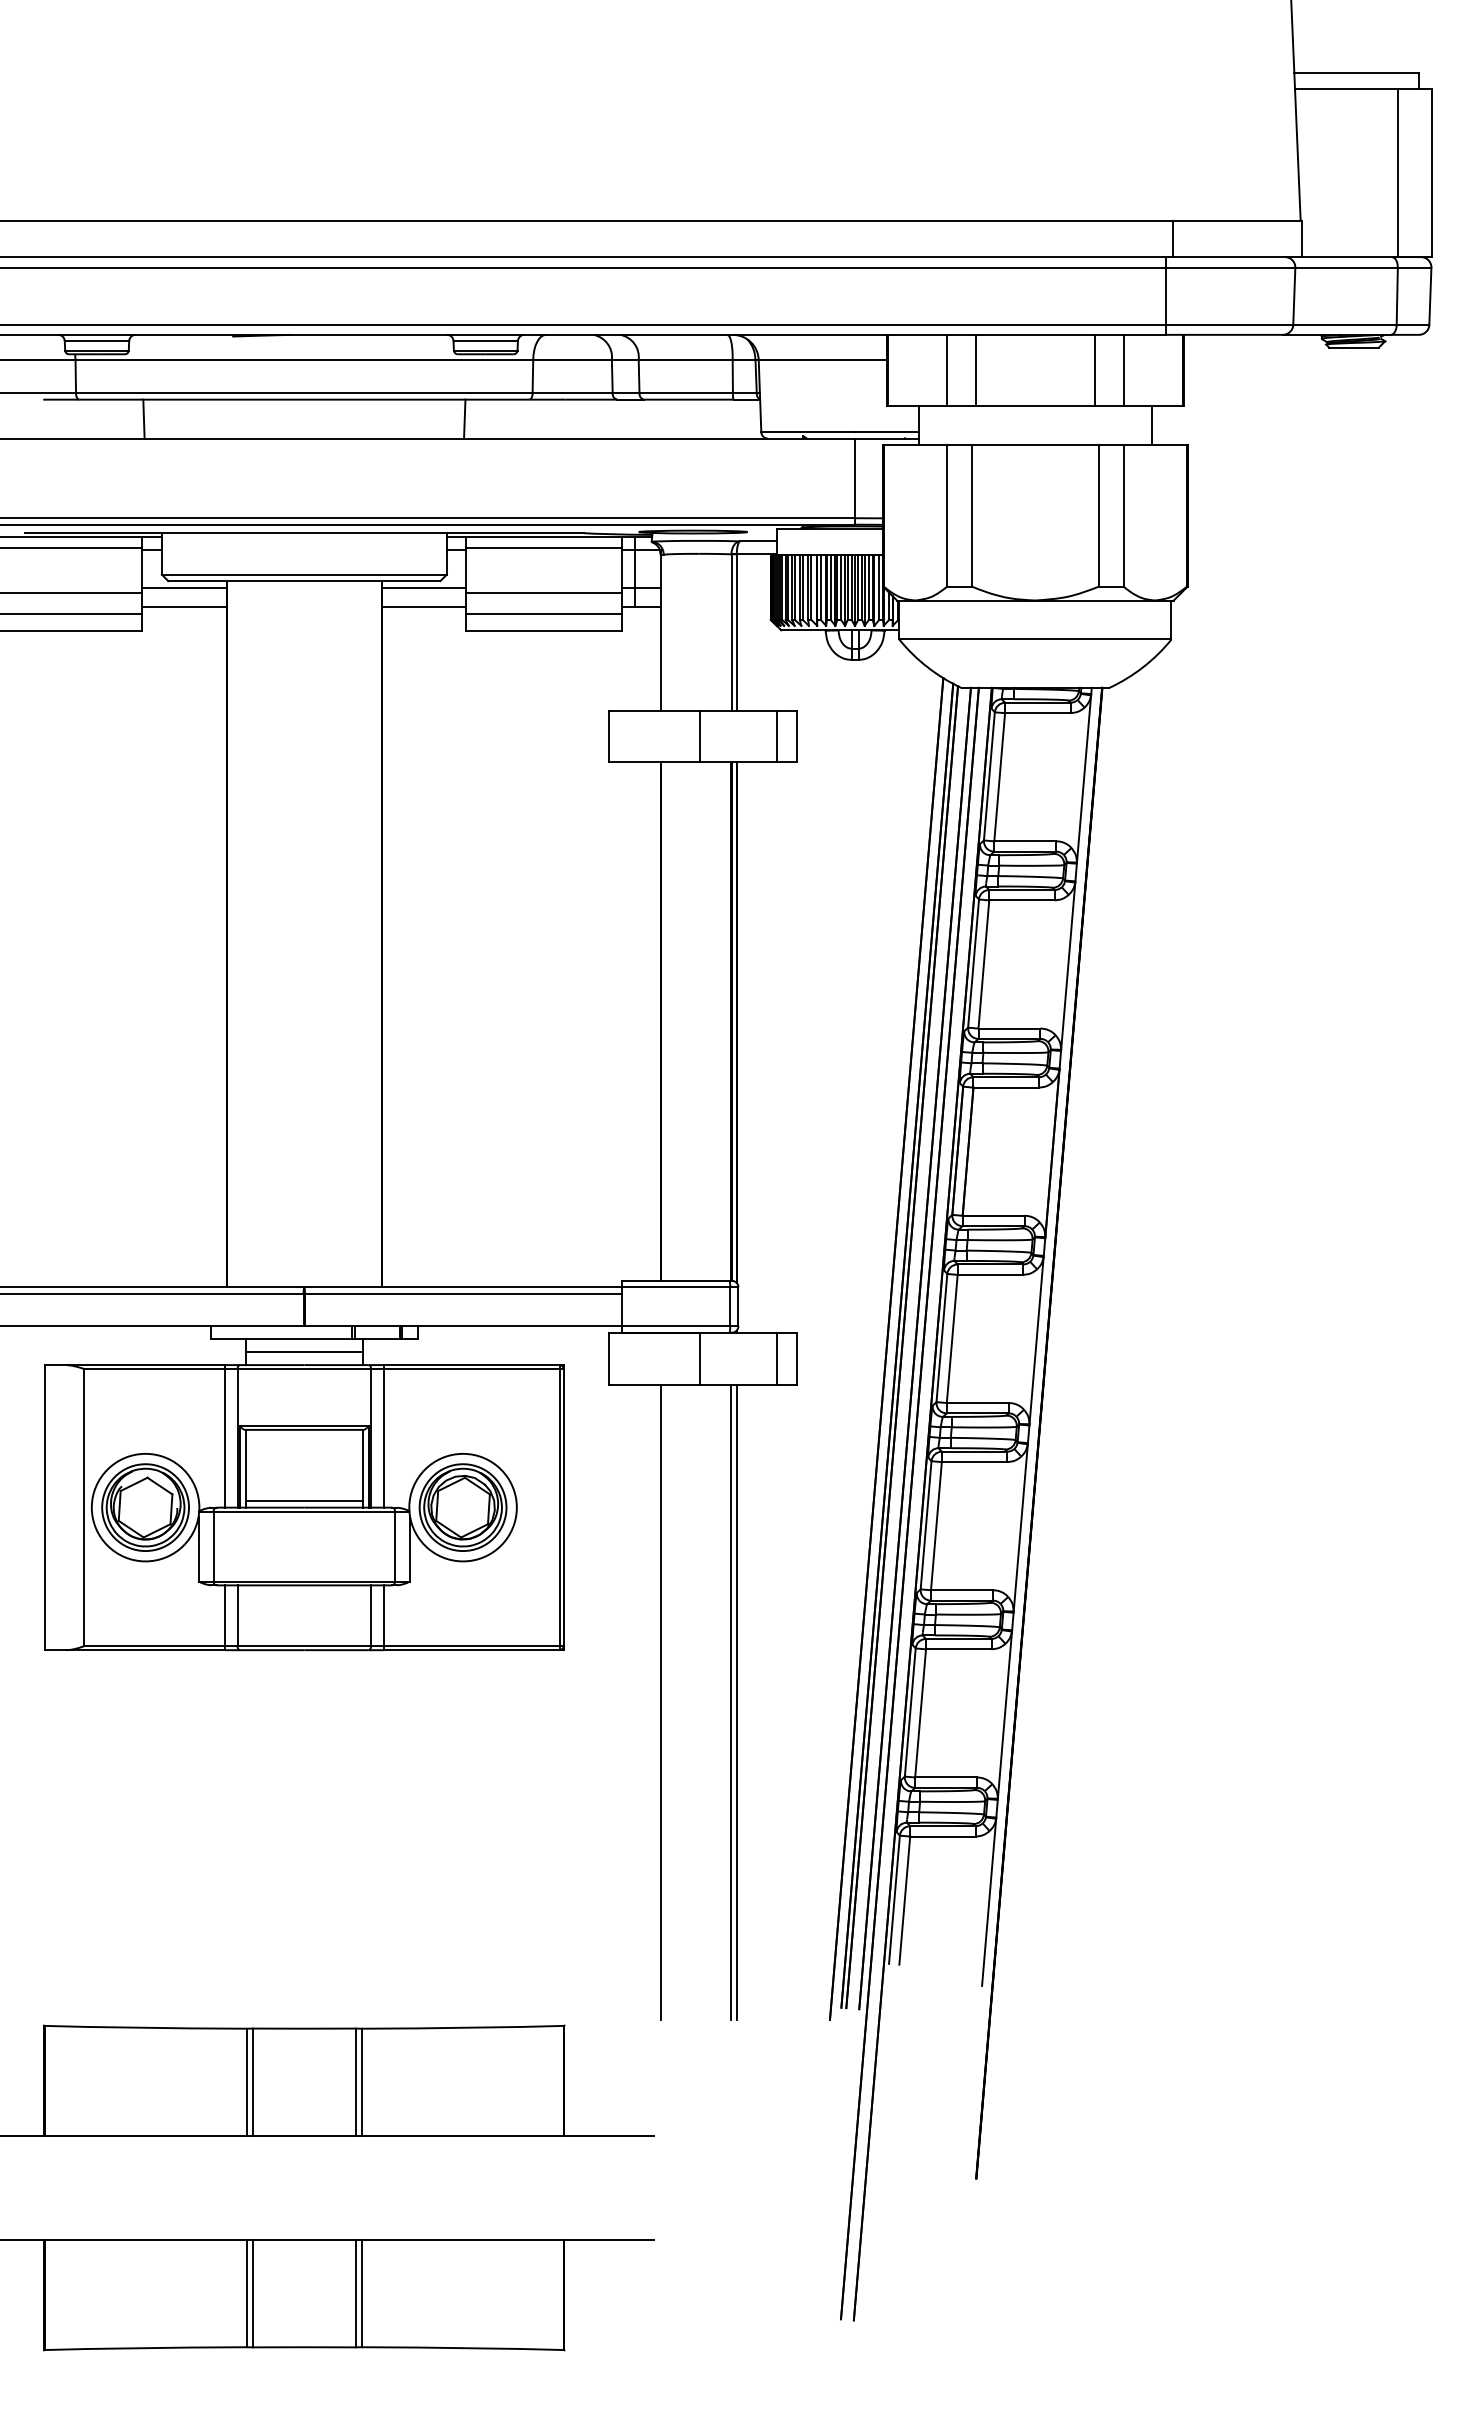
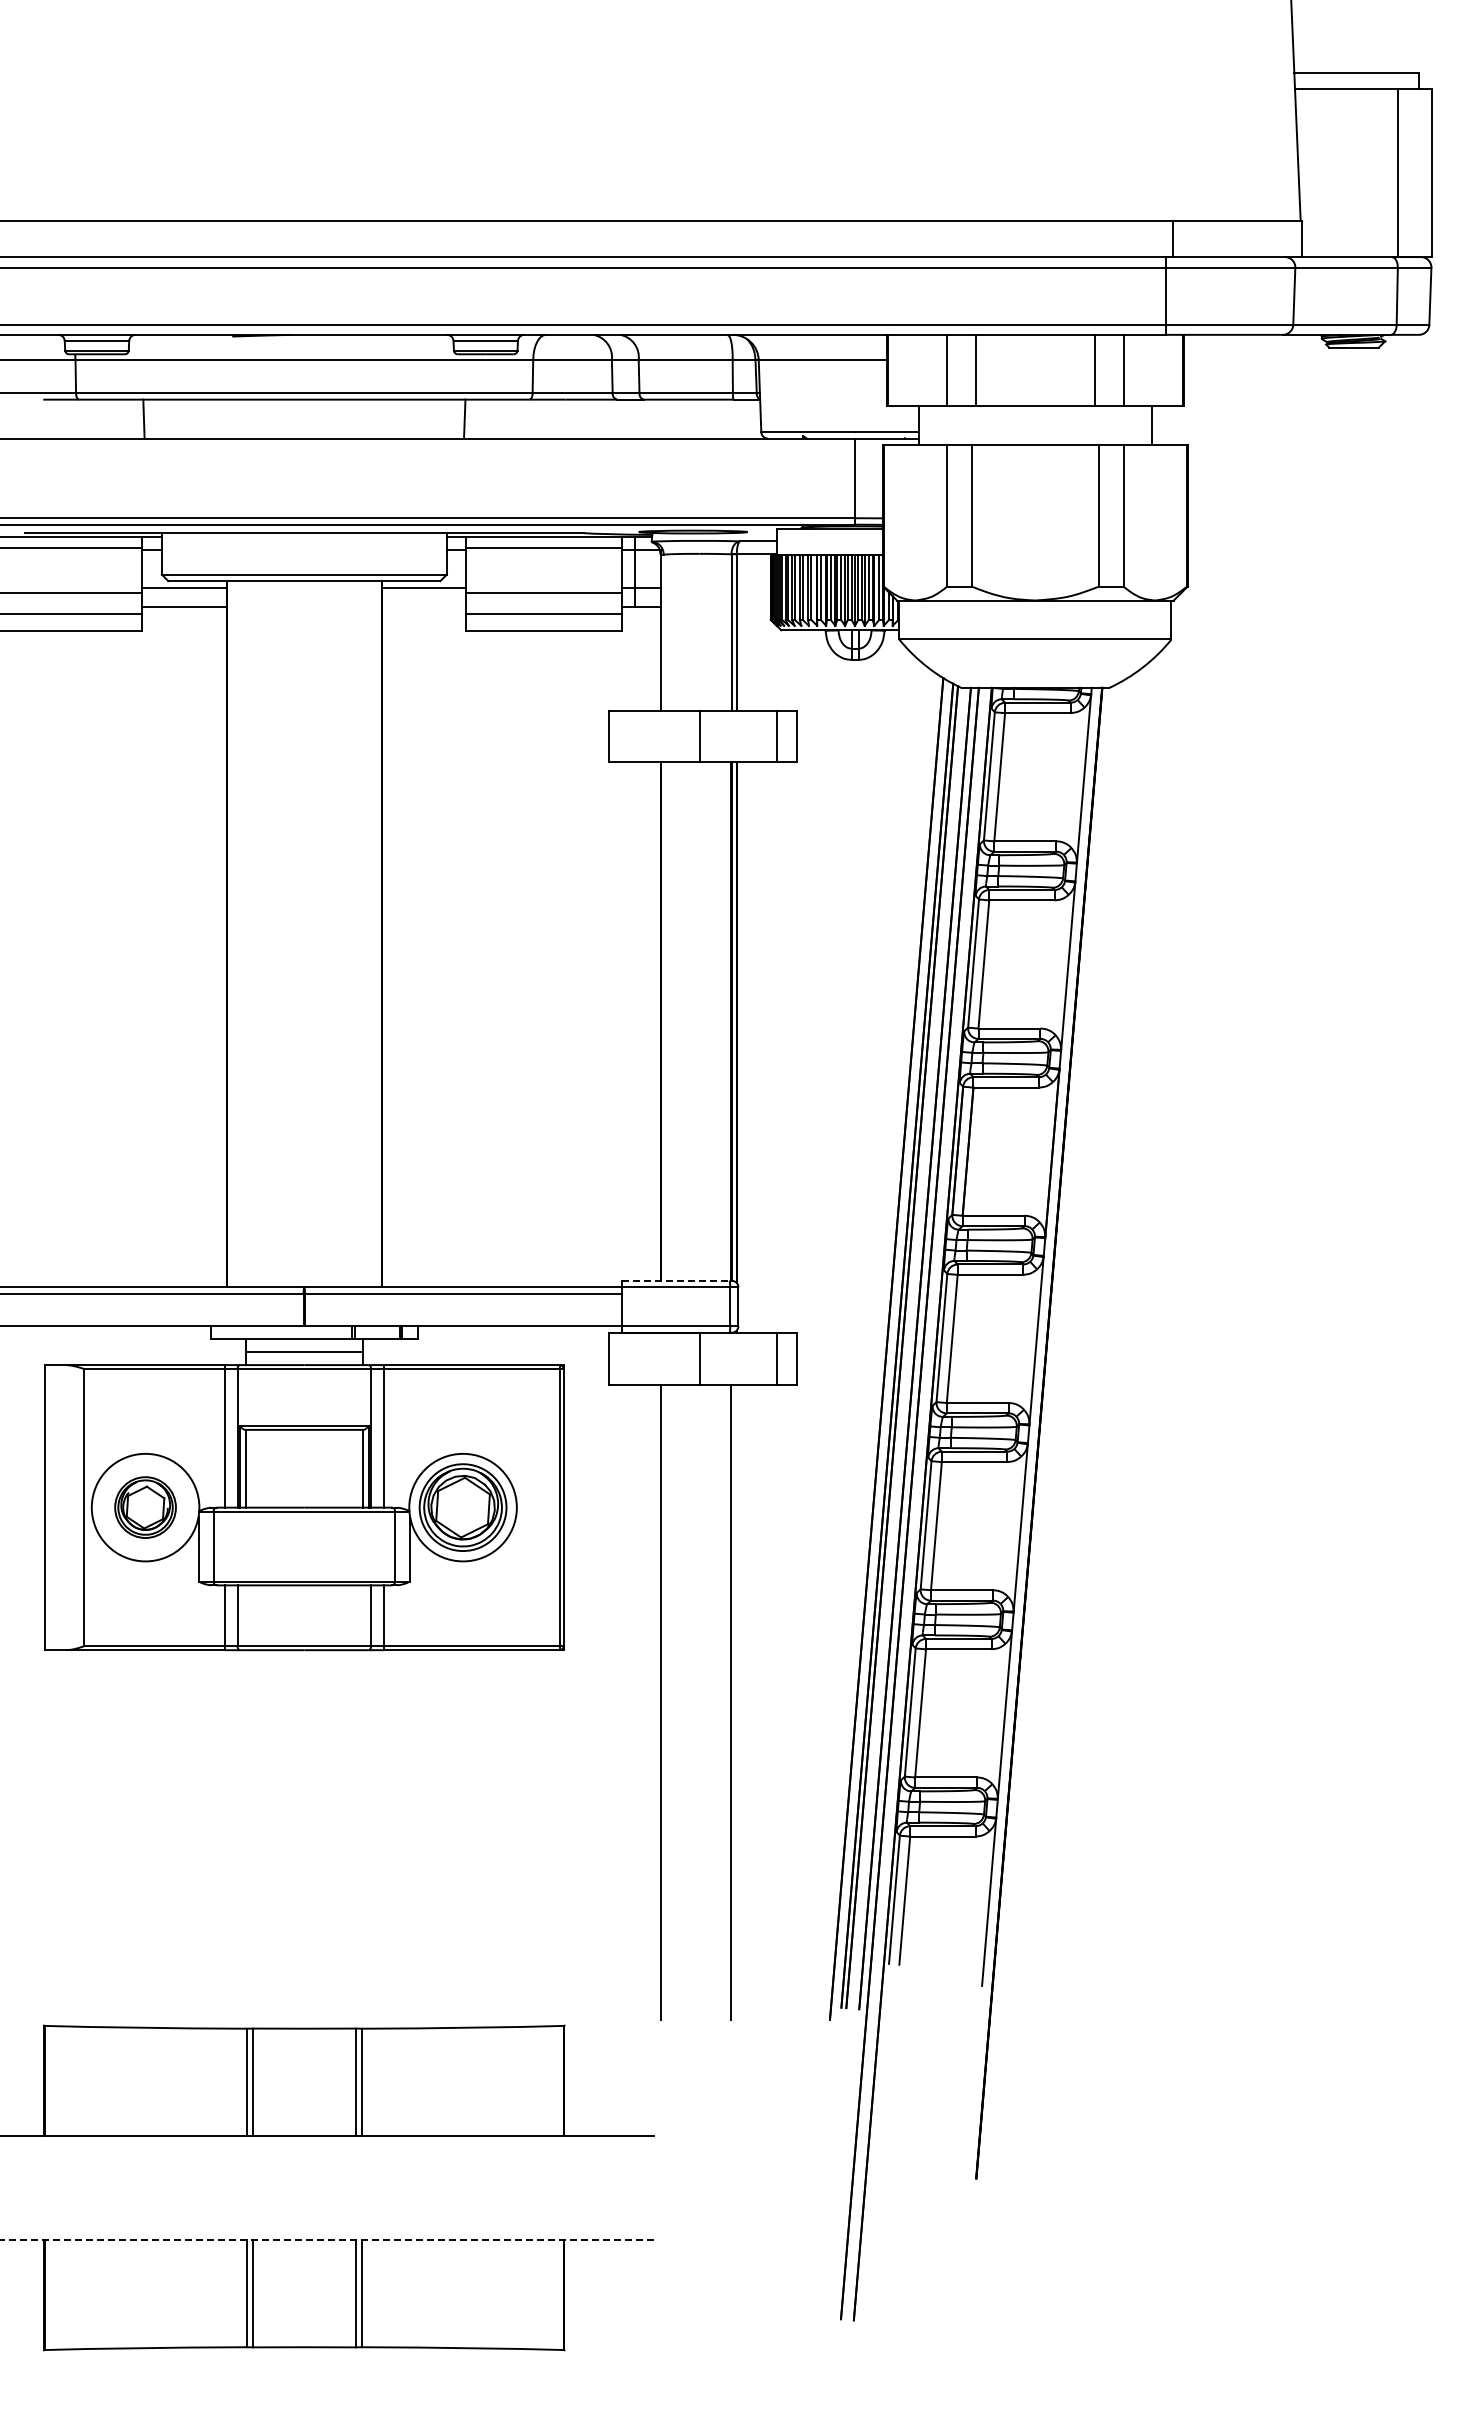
line at (424, 606): present -> none
line at (675, 1280): solid -> dashed
line at (304, 1501): present -> none
part at (145, 1507) size: 89x89 px -> 63x63 px
line at (736, 1702): present -> none
line at (327, 2239): solid -> dashed
